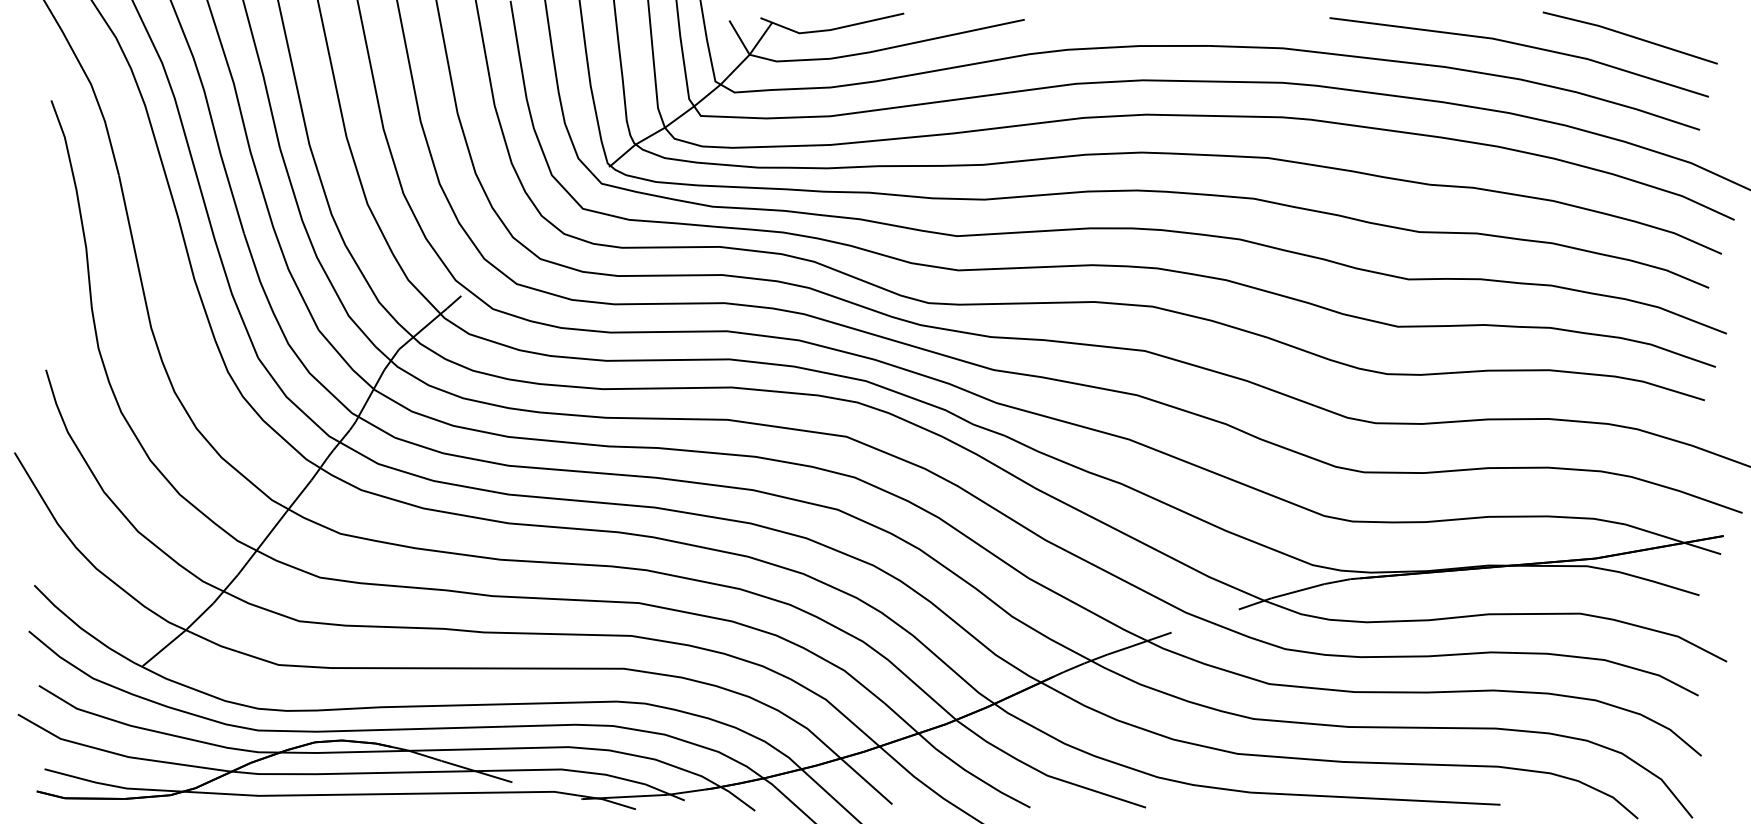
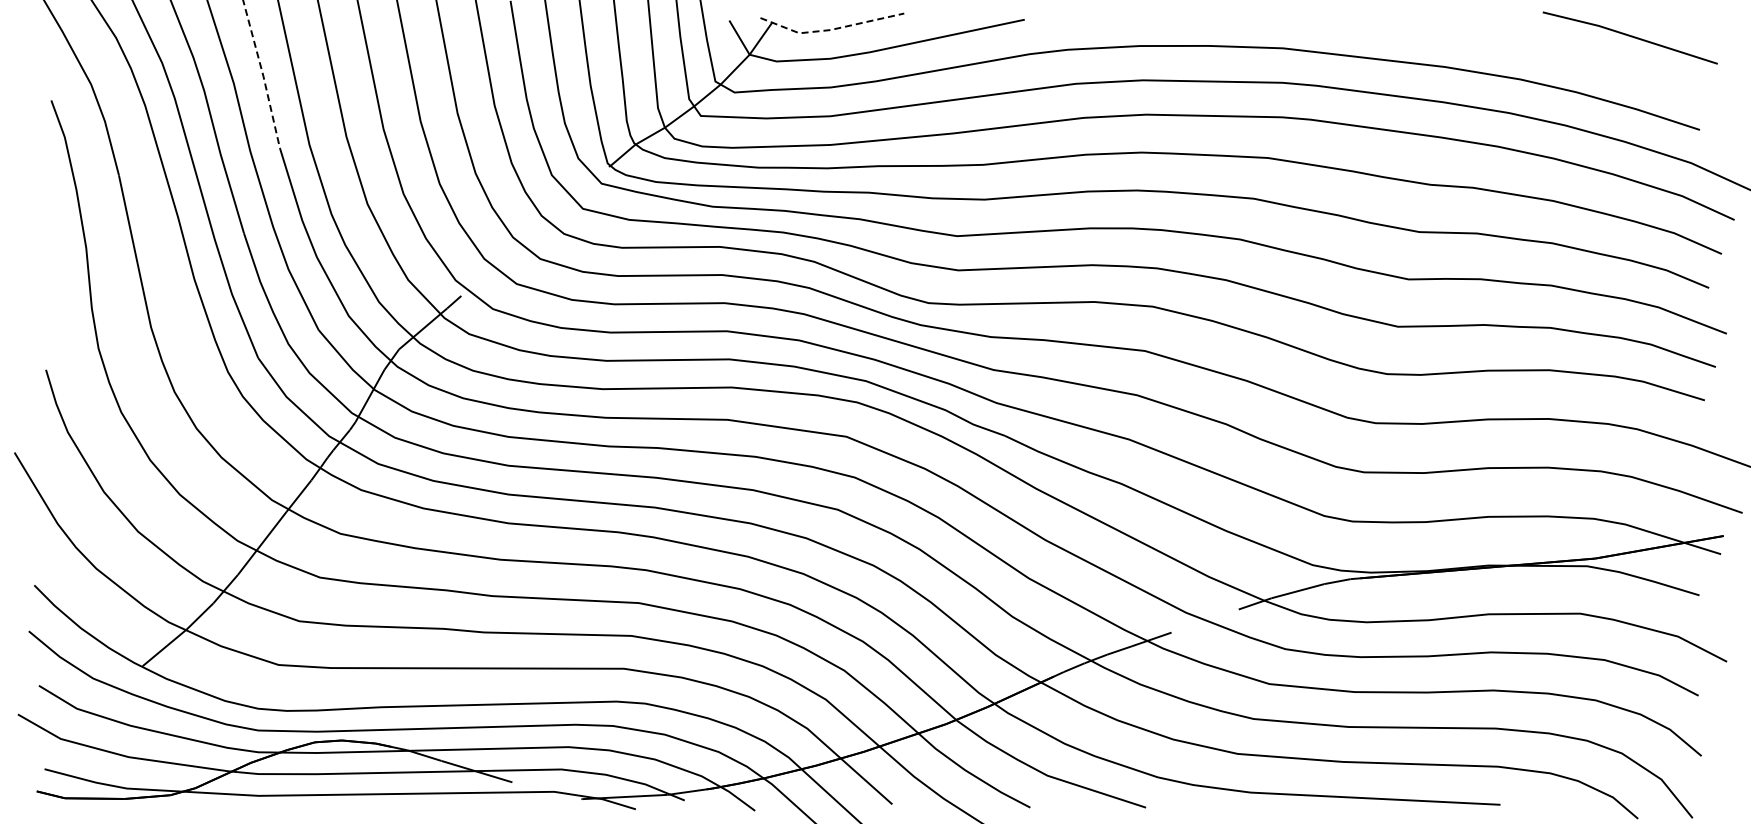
line at (830, 30): solid -> dashed
line at (1518, 45): present -> none
line at (262, 74): solid -> dashed
